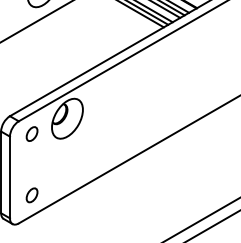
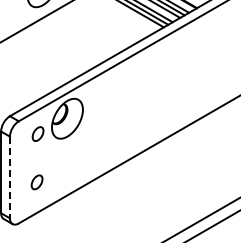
part at (31, 133) position: (31, 133) -> (37, 133)
line at (9, 177): solid -> dashed
part at (31, 195) position: (31, 195) -> (36, 182)
